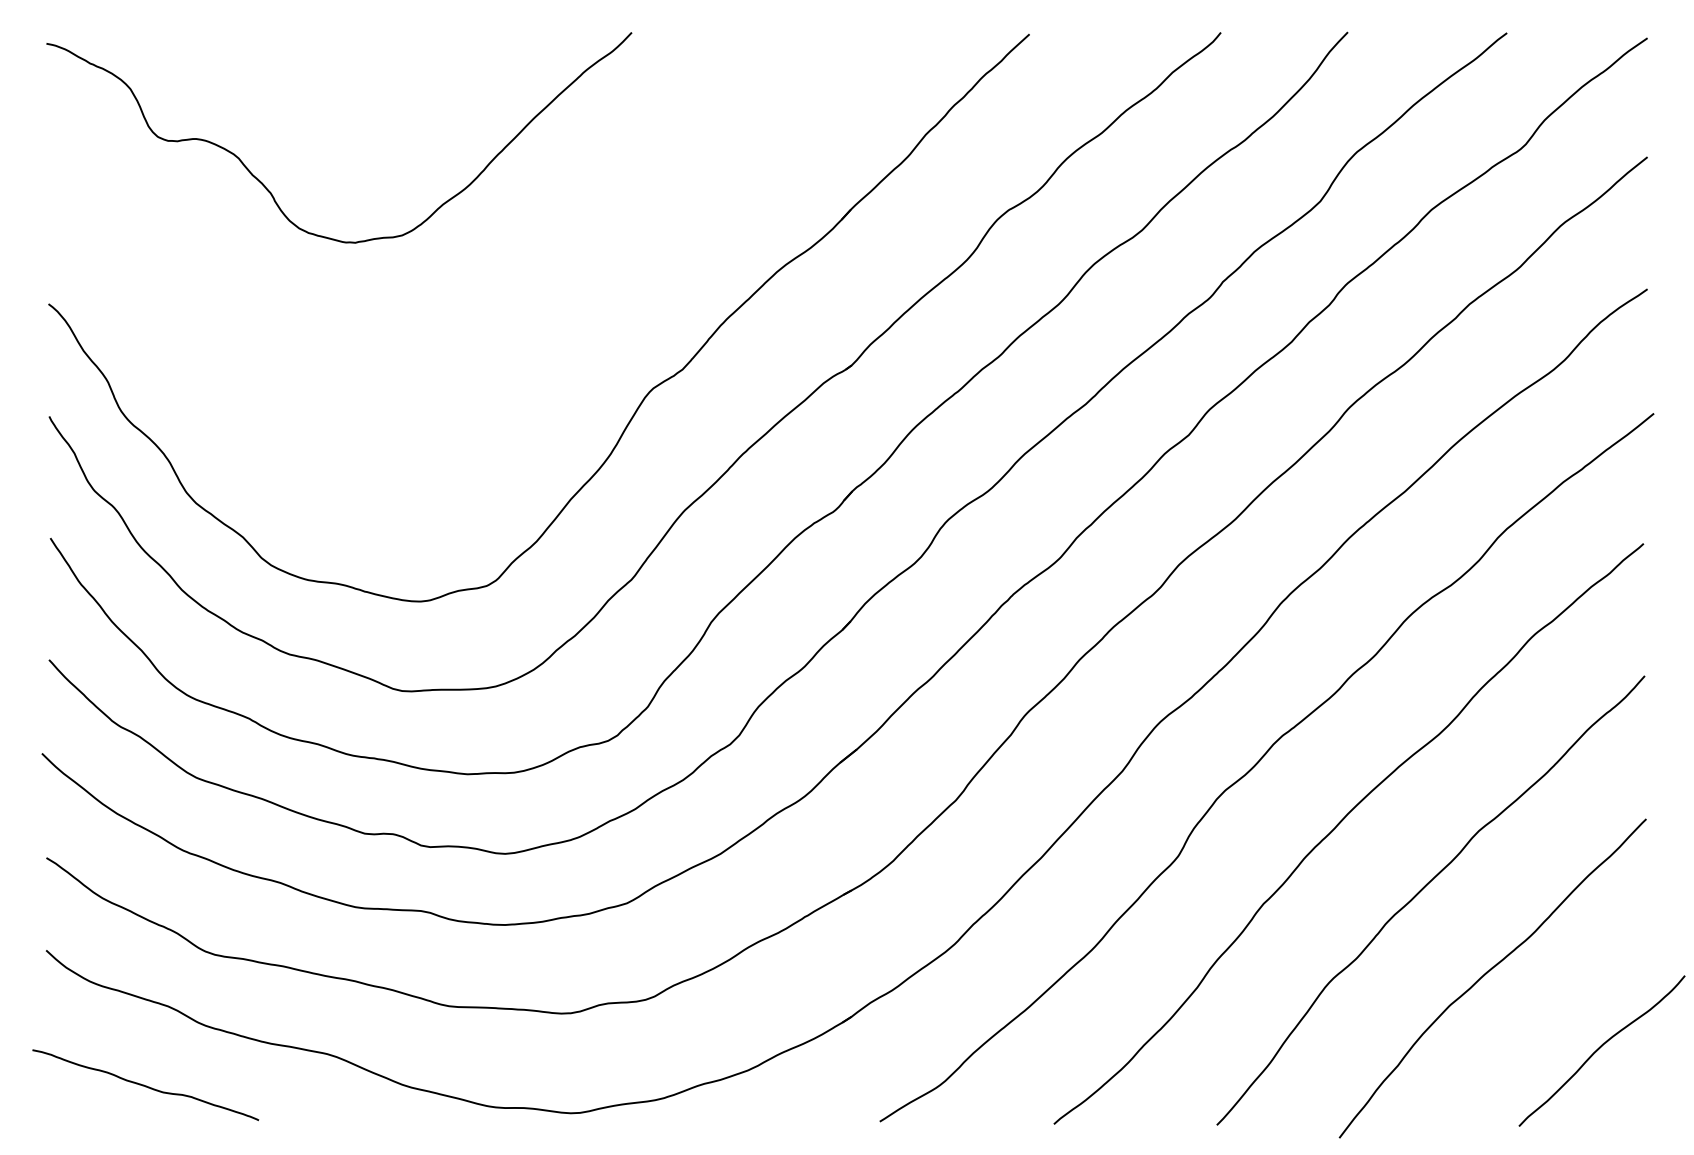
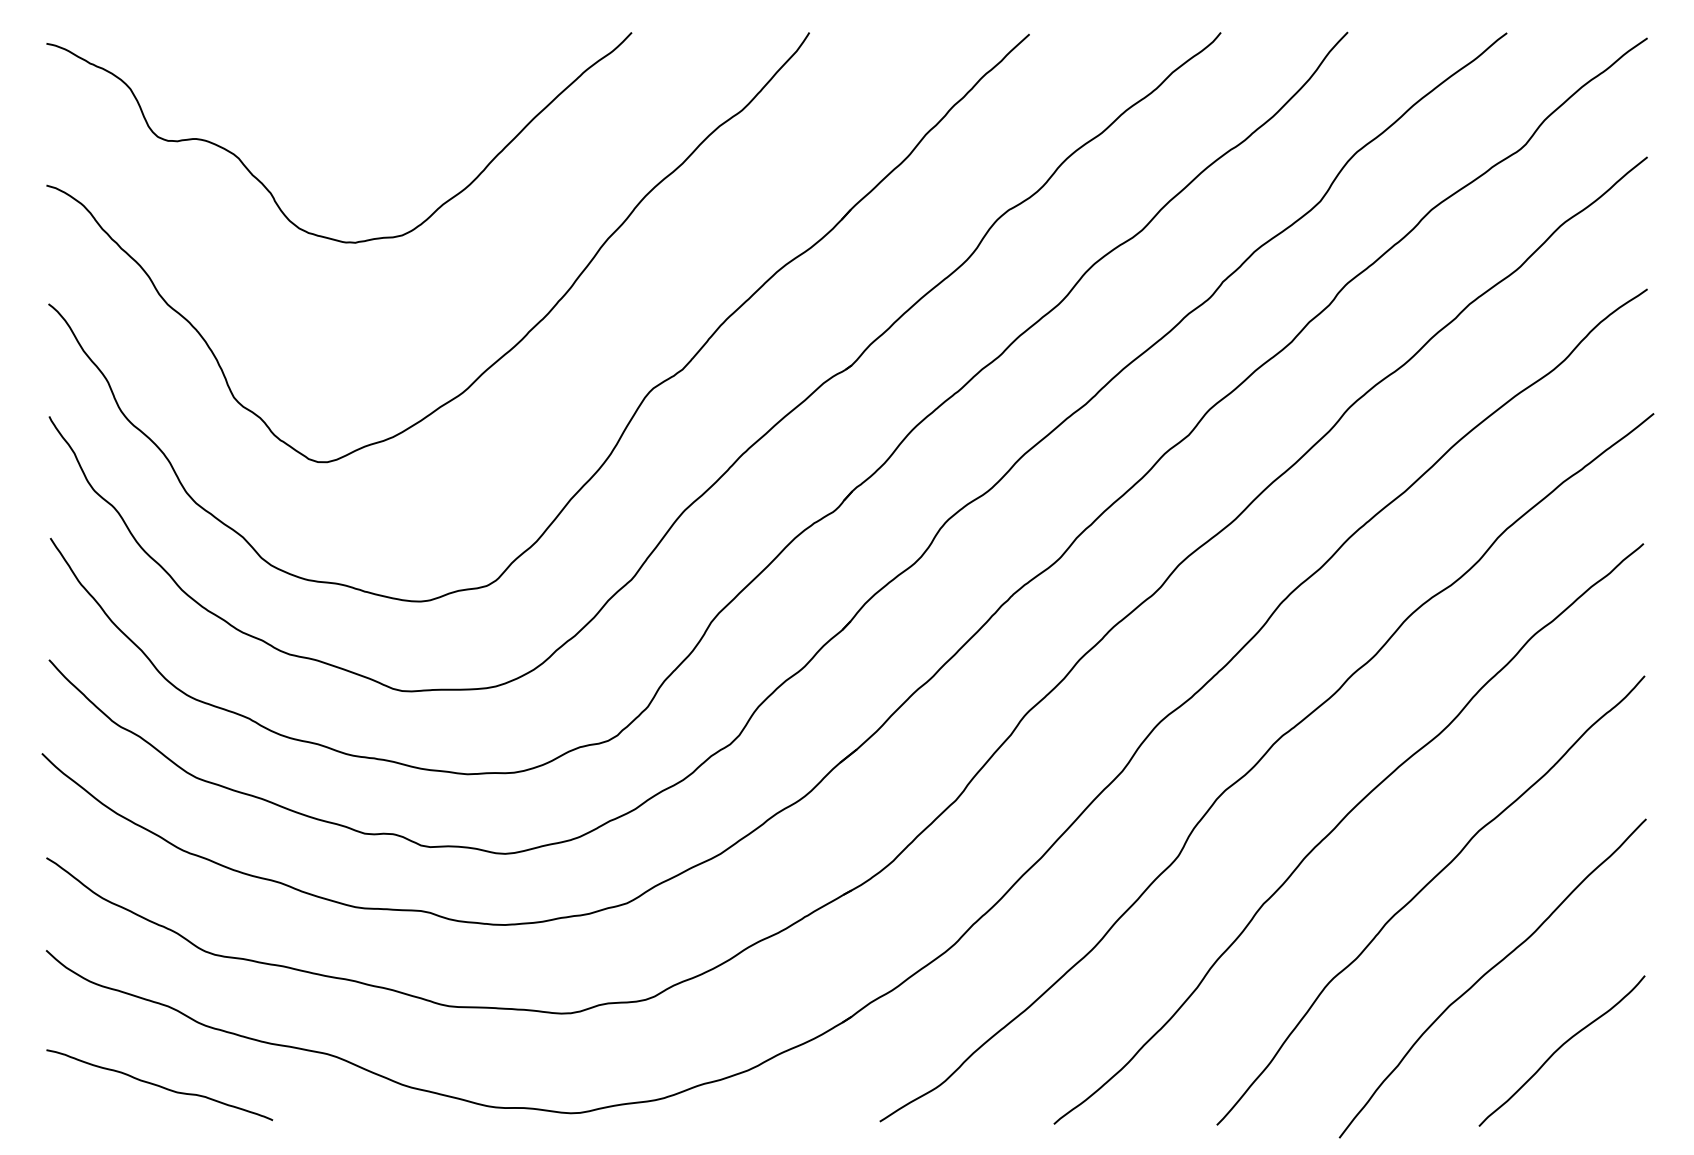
curve at (510, 348): none -> present
curve at (1600, 1048) position: (1600, 1048) -> (1560, 1048)
curve at (145, 1085) position: (145, 1085) -> (159, 1085)
